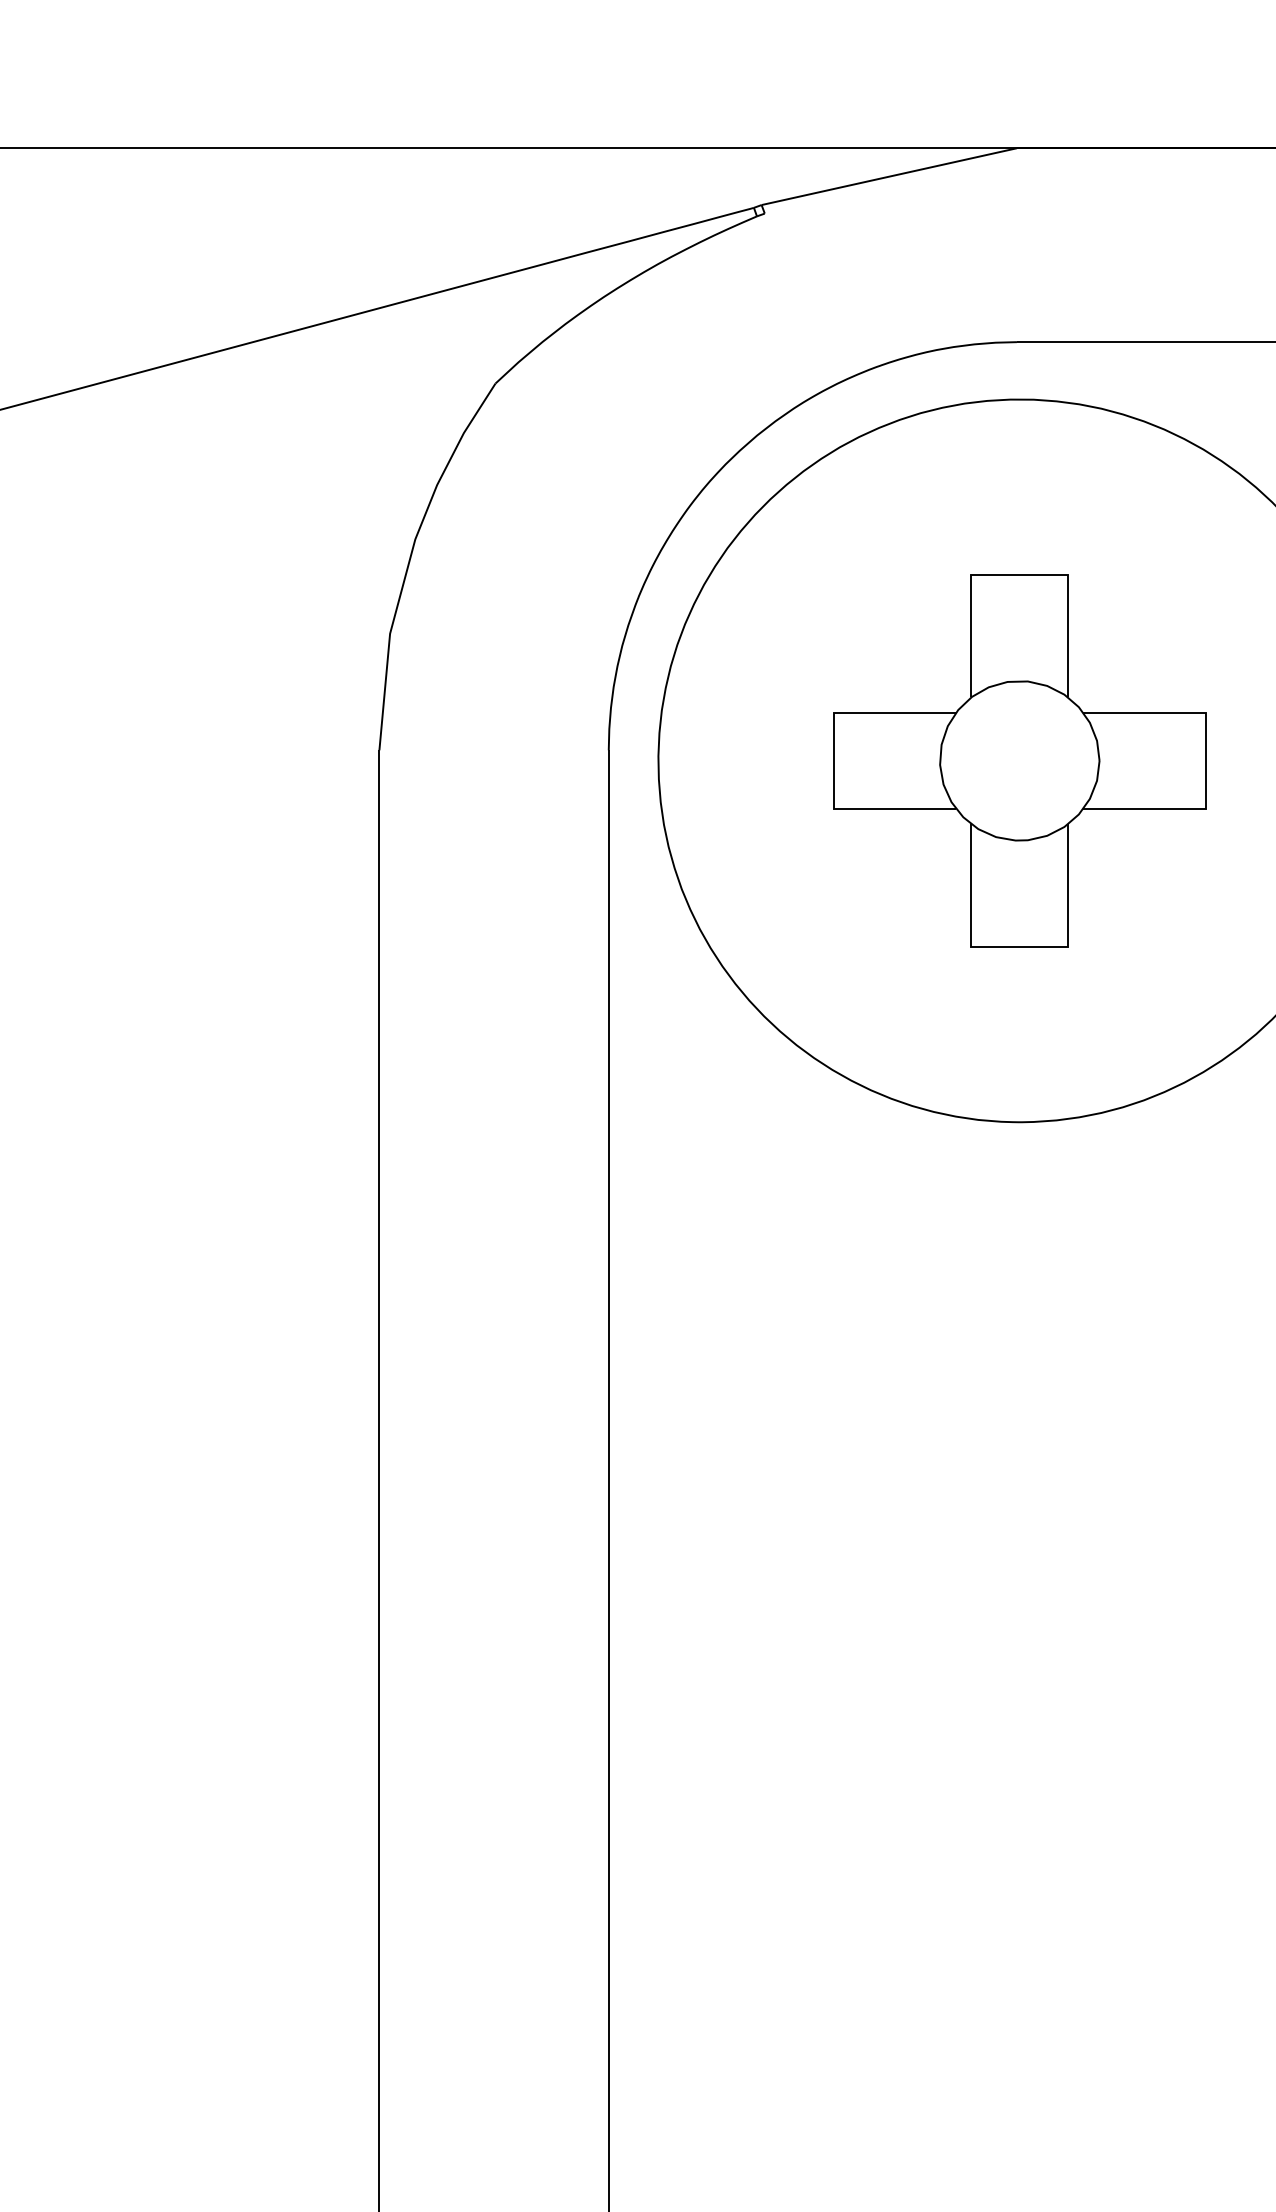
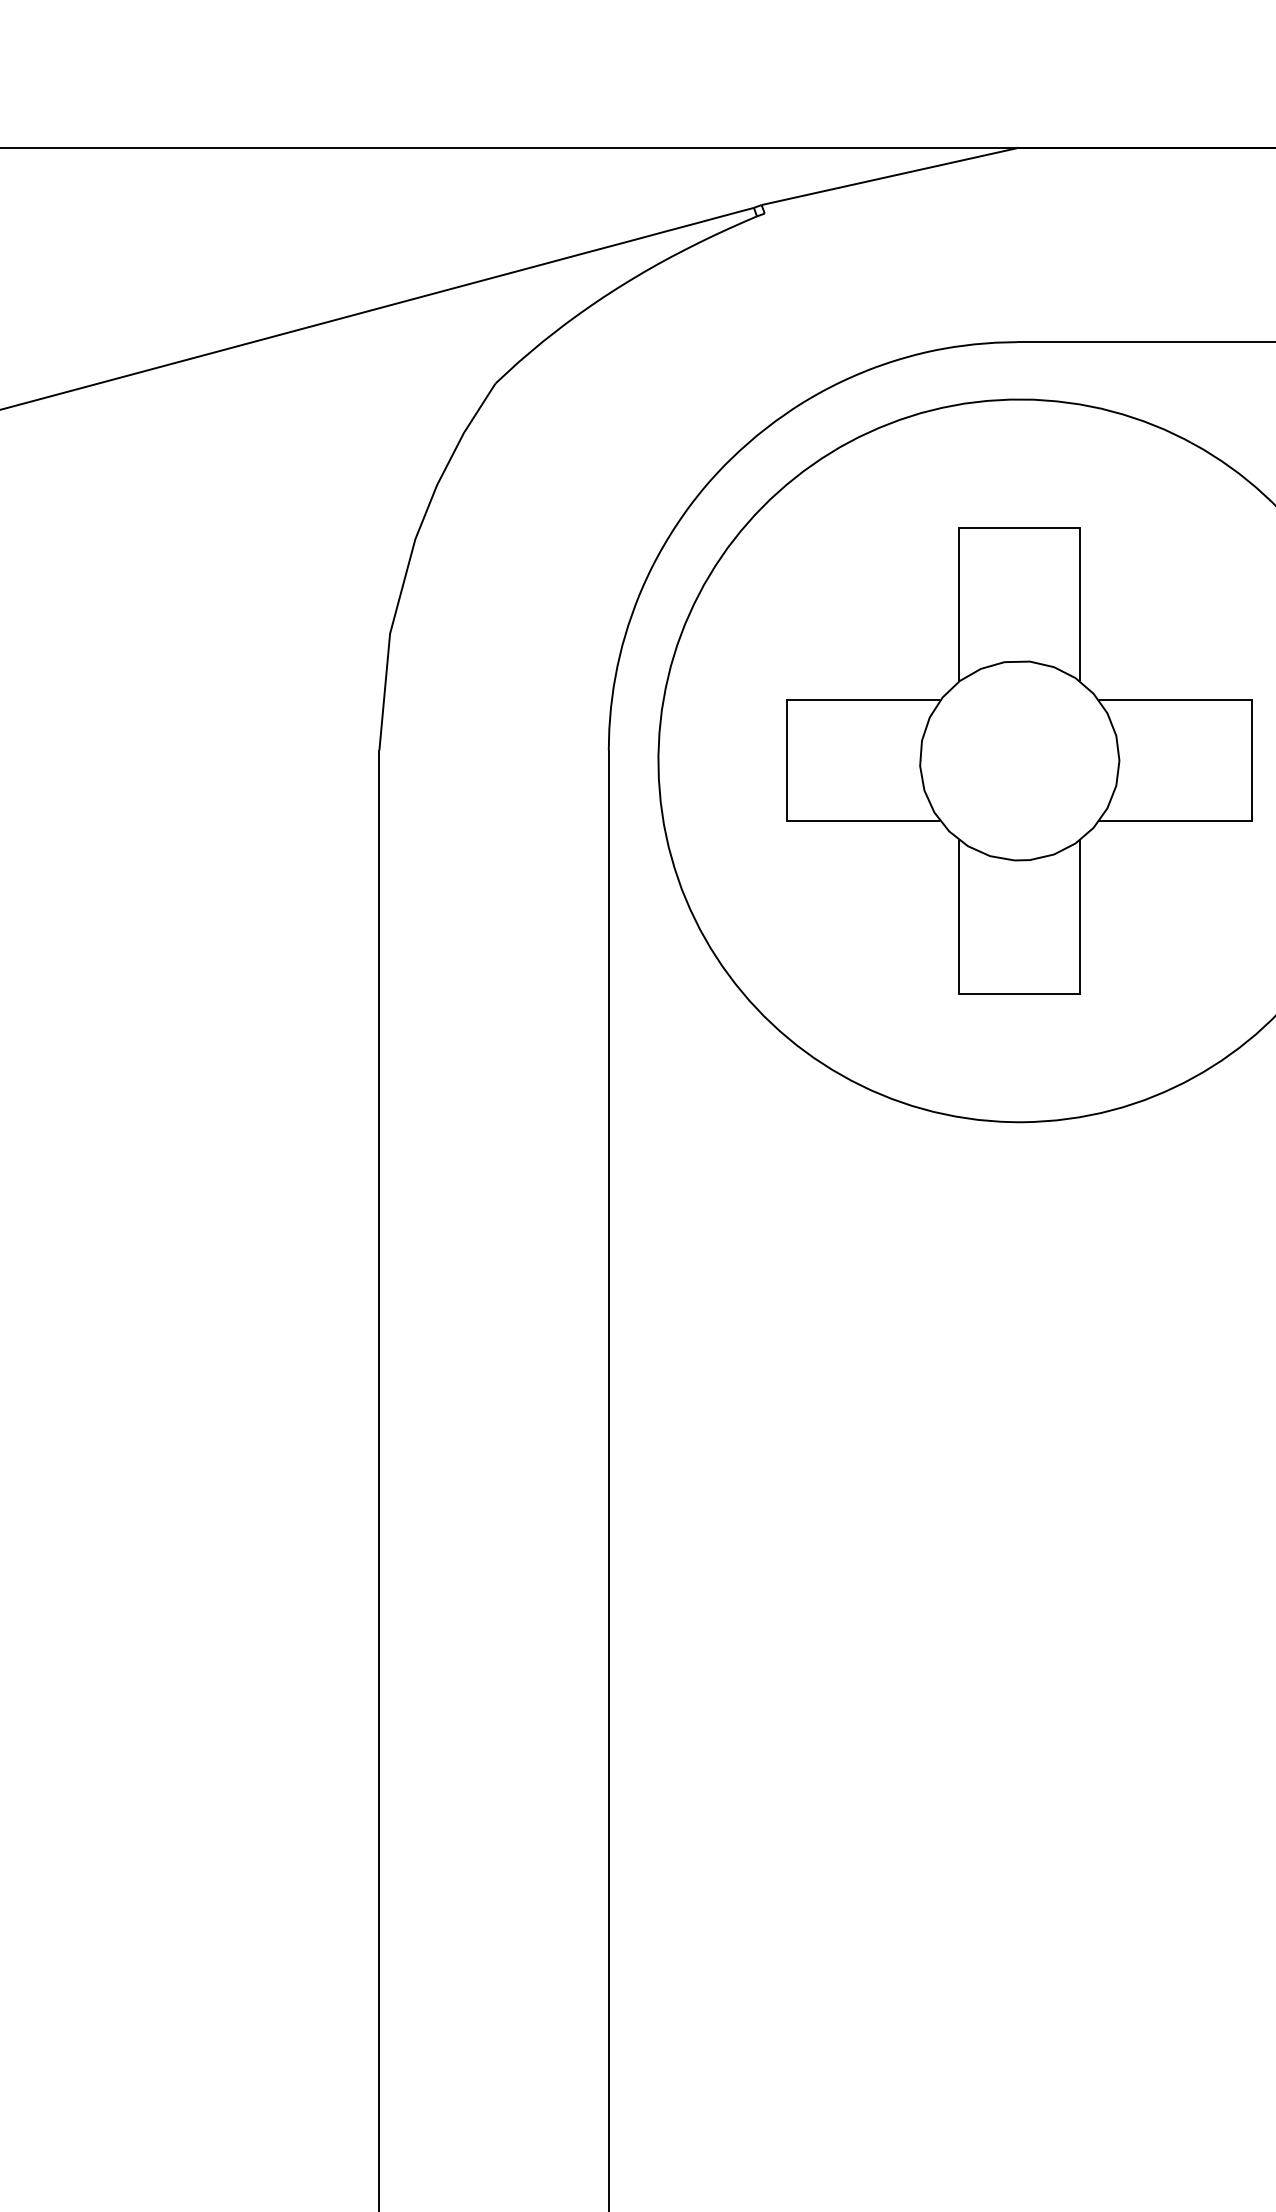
part at (1019, 760) size: 374x374 px -> 467x468 px
